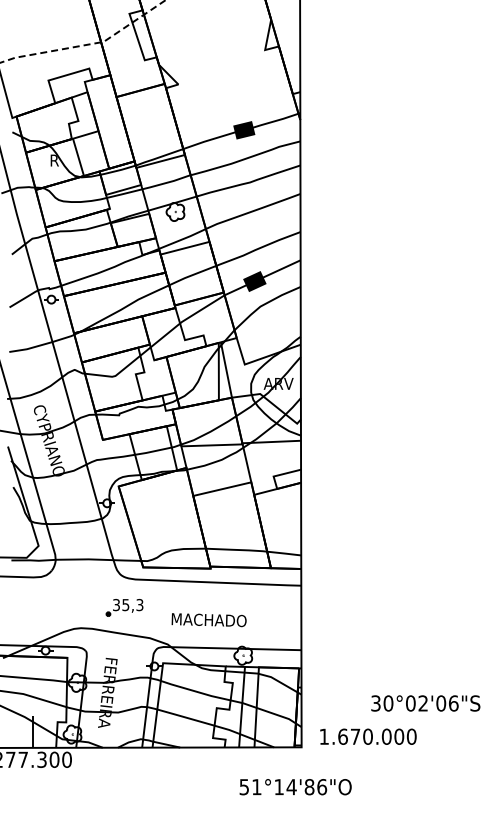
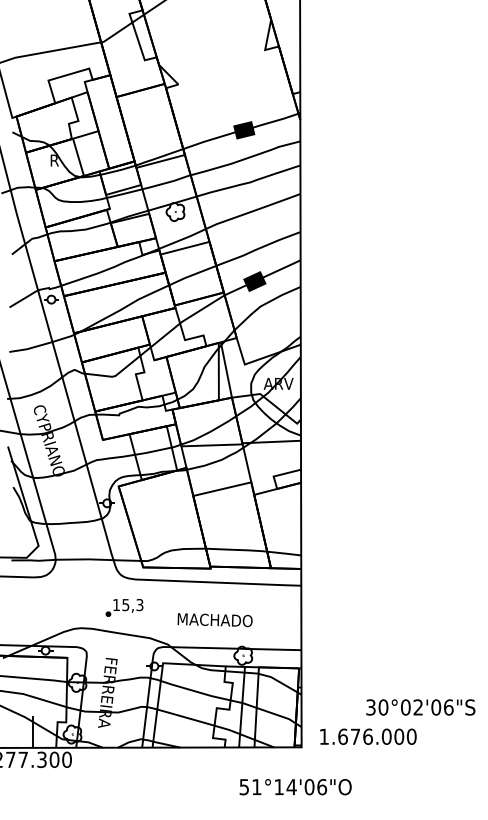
line at (88, 44): dashed -> solid
text at (116, 605): 35,3 -> 15,3
text at (208, 620) position: (208, 620) -> (214, 620)
text at (425, 703) position: (425, 703) -> (420, 707)
text at (367, 736): 1.670.000 -> 1.676.000
text at (309, 786): 51°14'86"O -> 51°14'06"O
